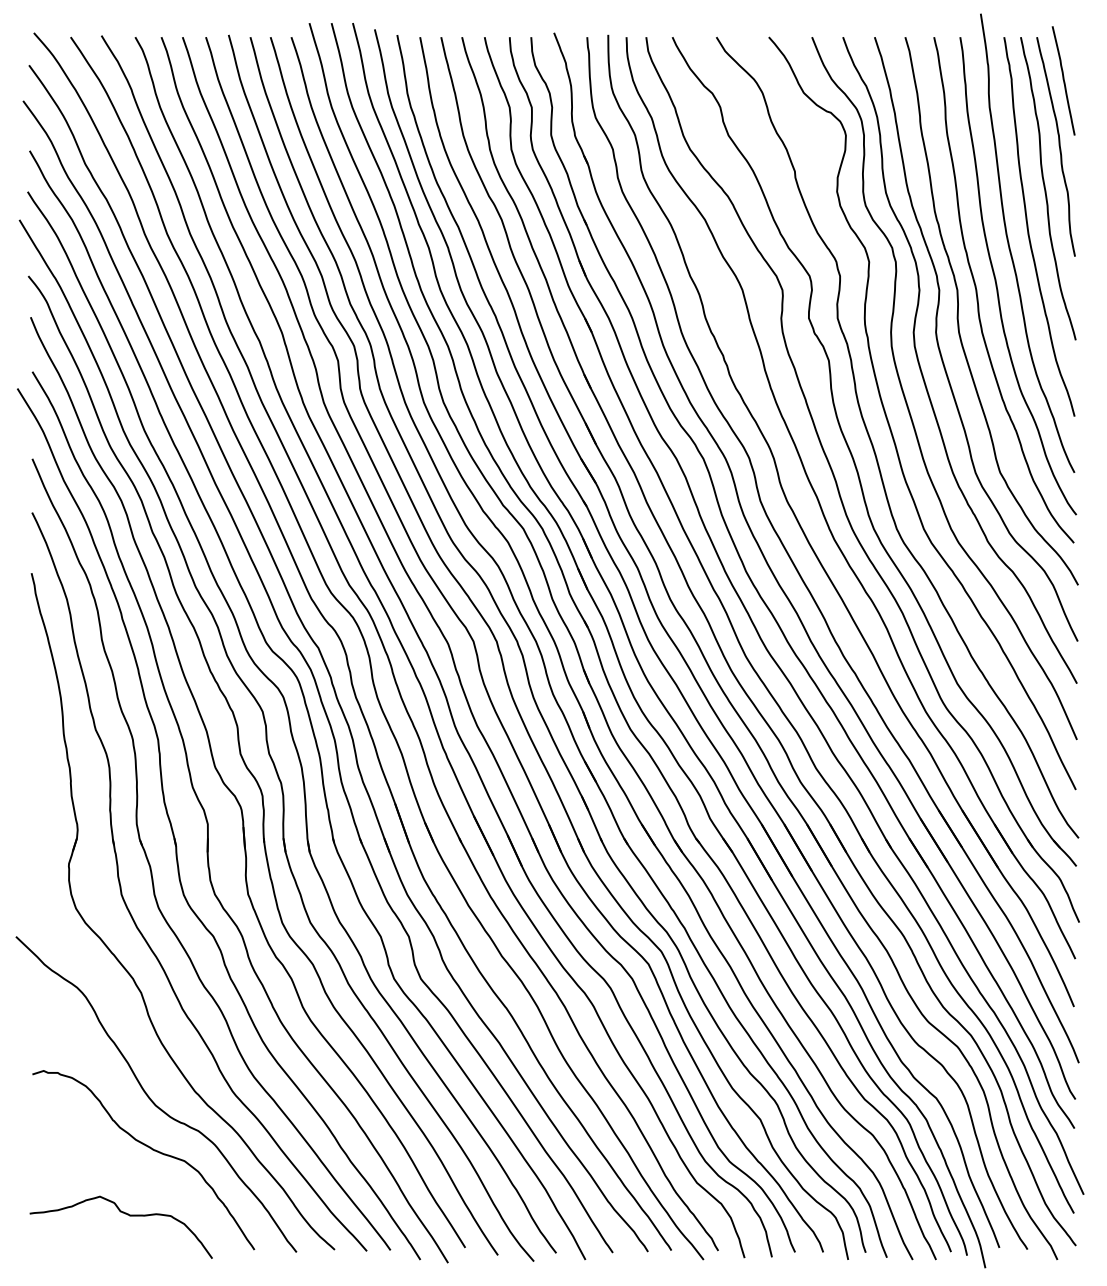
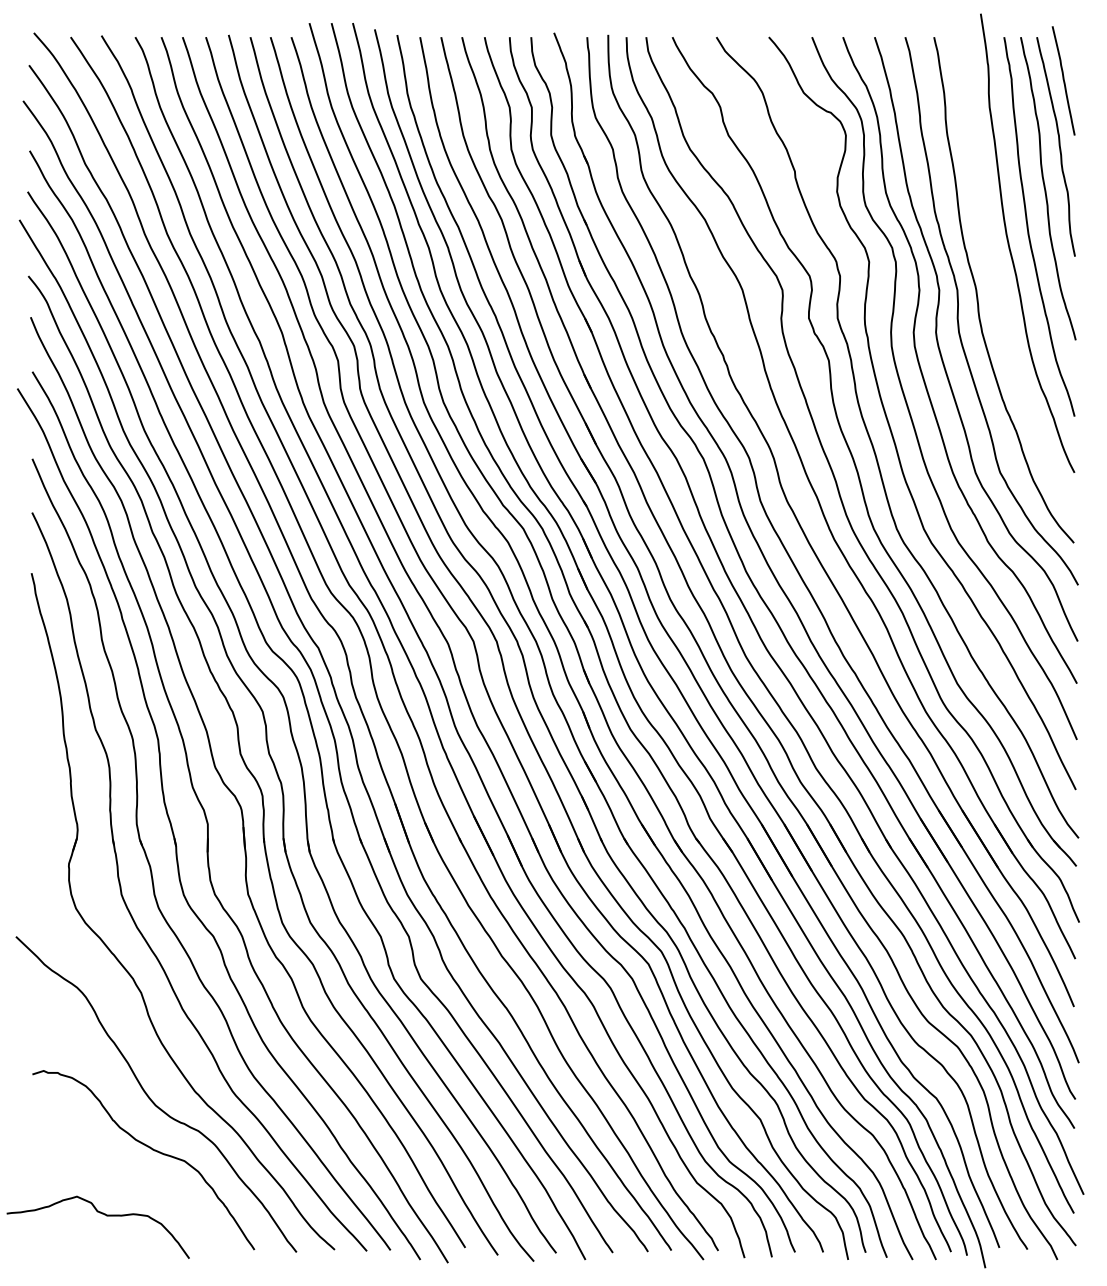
curve at (996, 279): present -> none
curve at (125, 1214) position: (125, 1214) -> (102, 1214)
